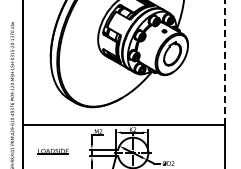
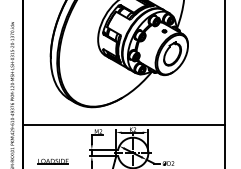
line at (224, 62): dashed -> solid
part at (52, 151) position: (52, 151) -> (52, 161)
